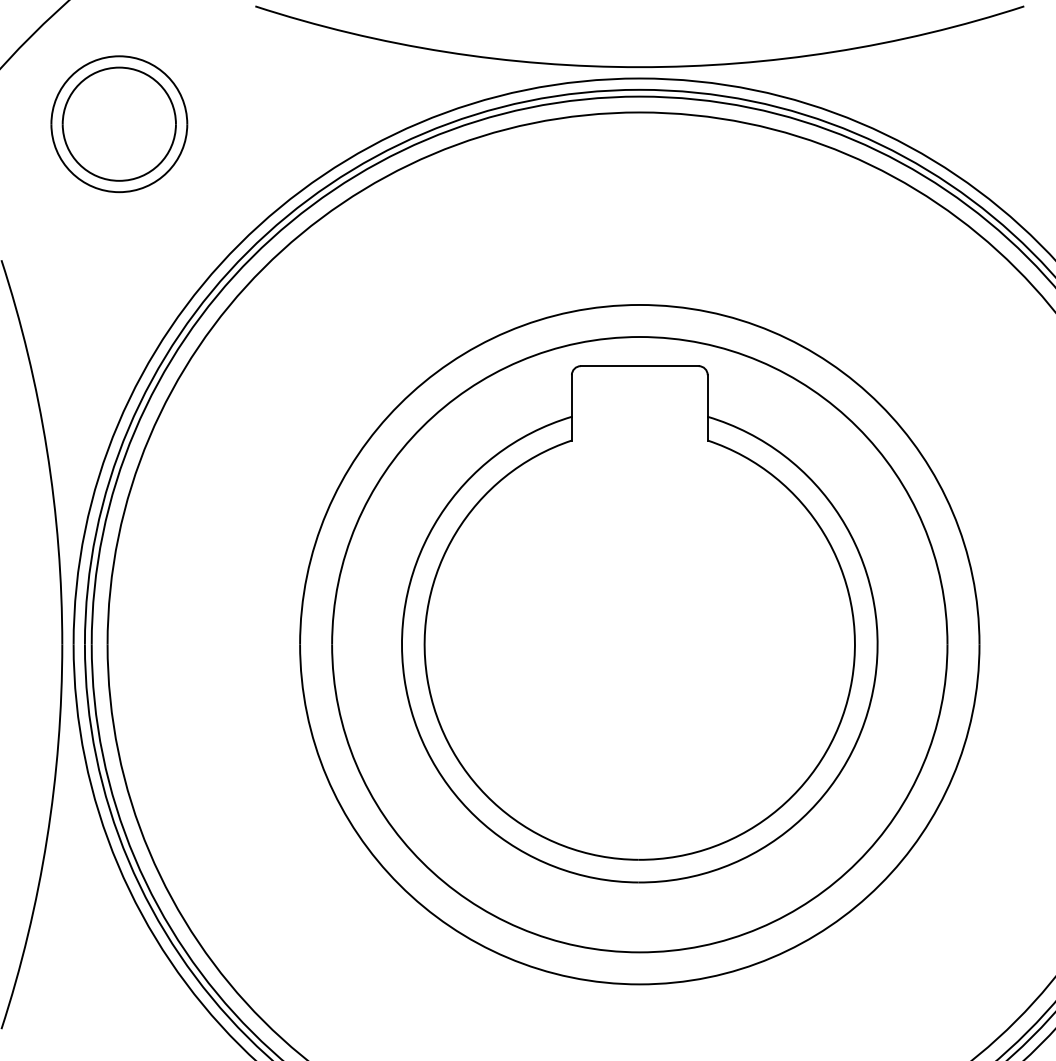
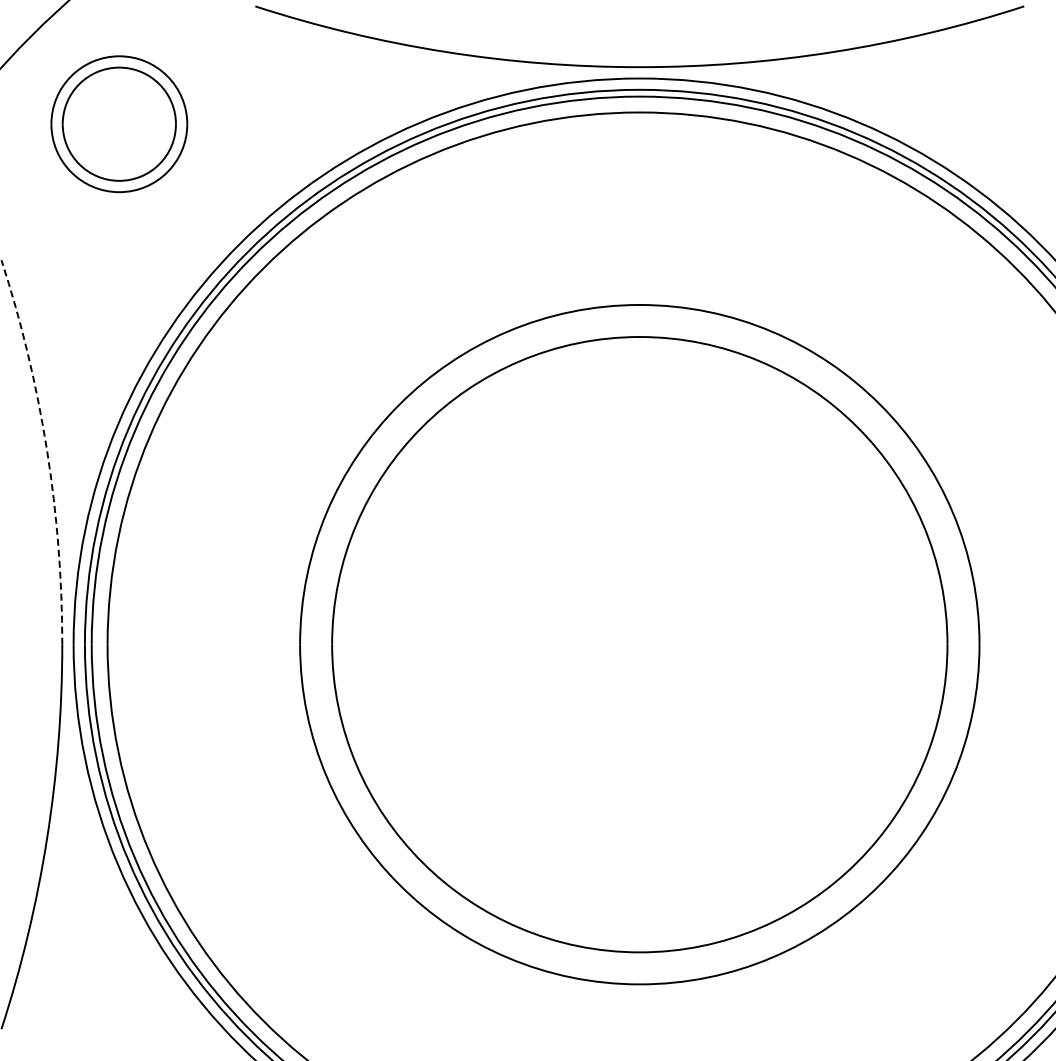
arc at (47, 450): solid -> dashed
part at (639, 624): present -> none
